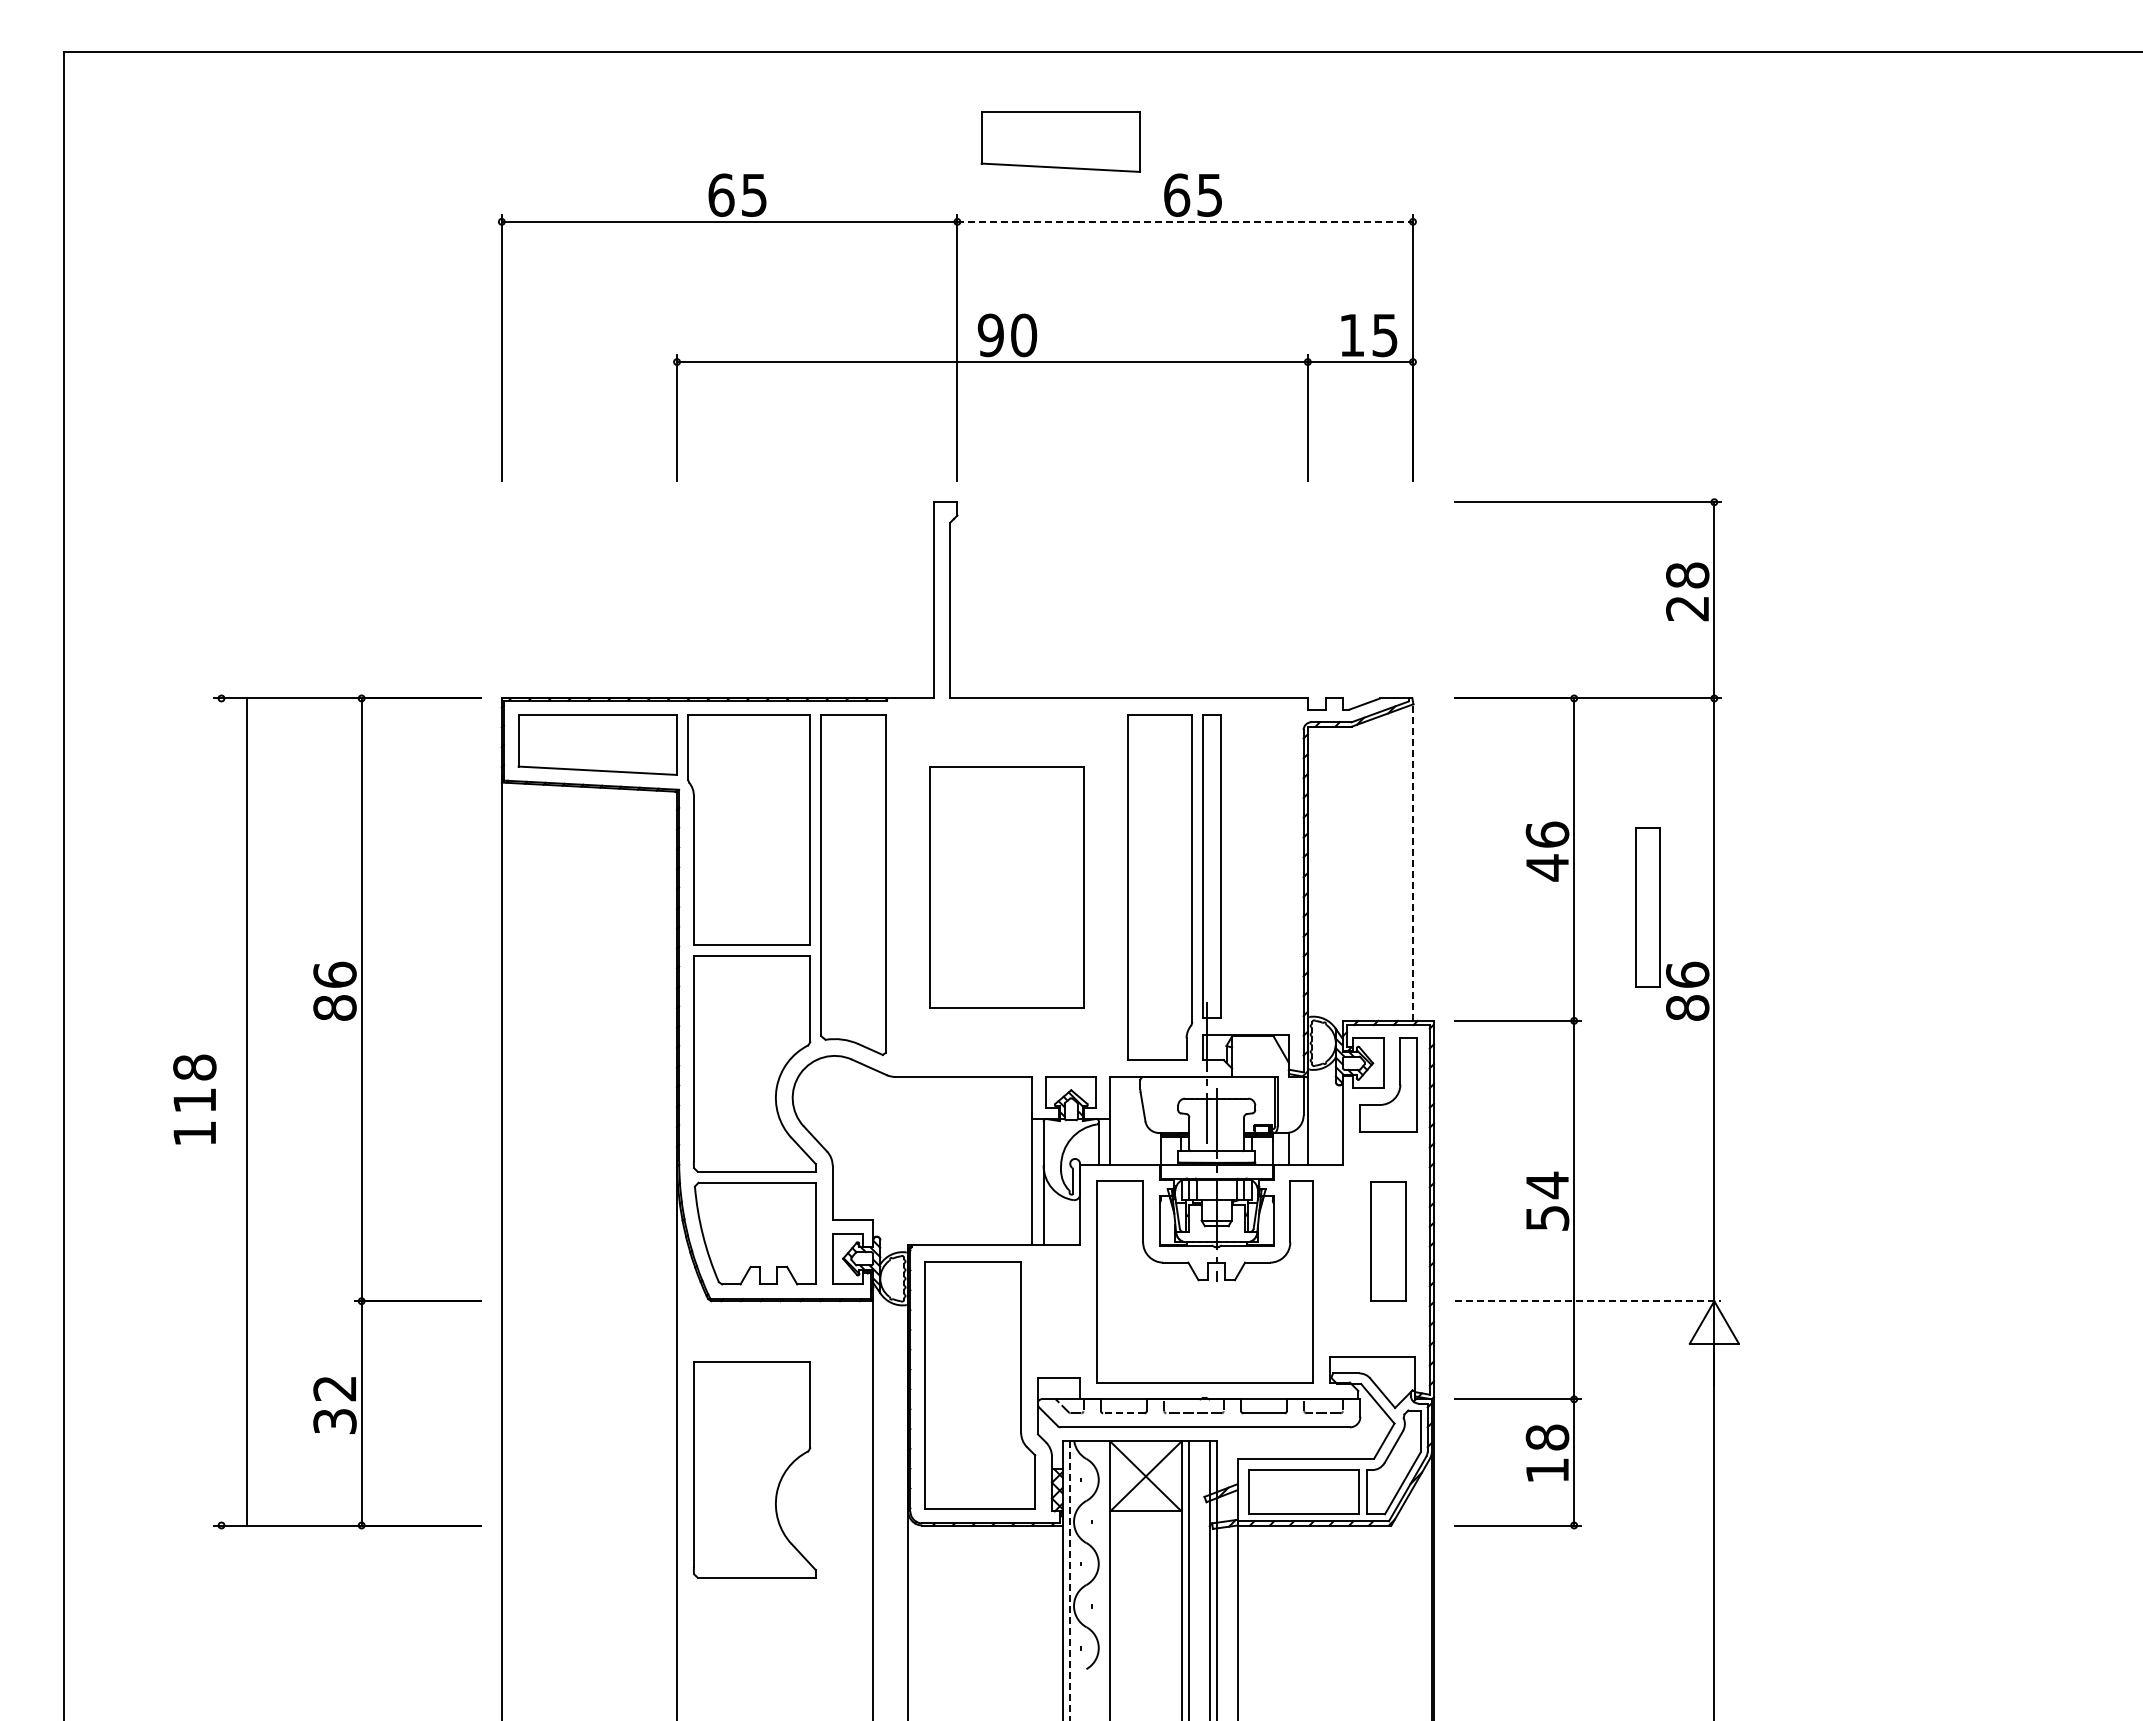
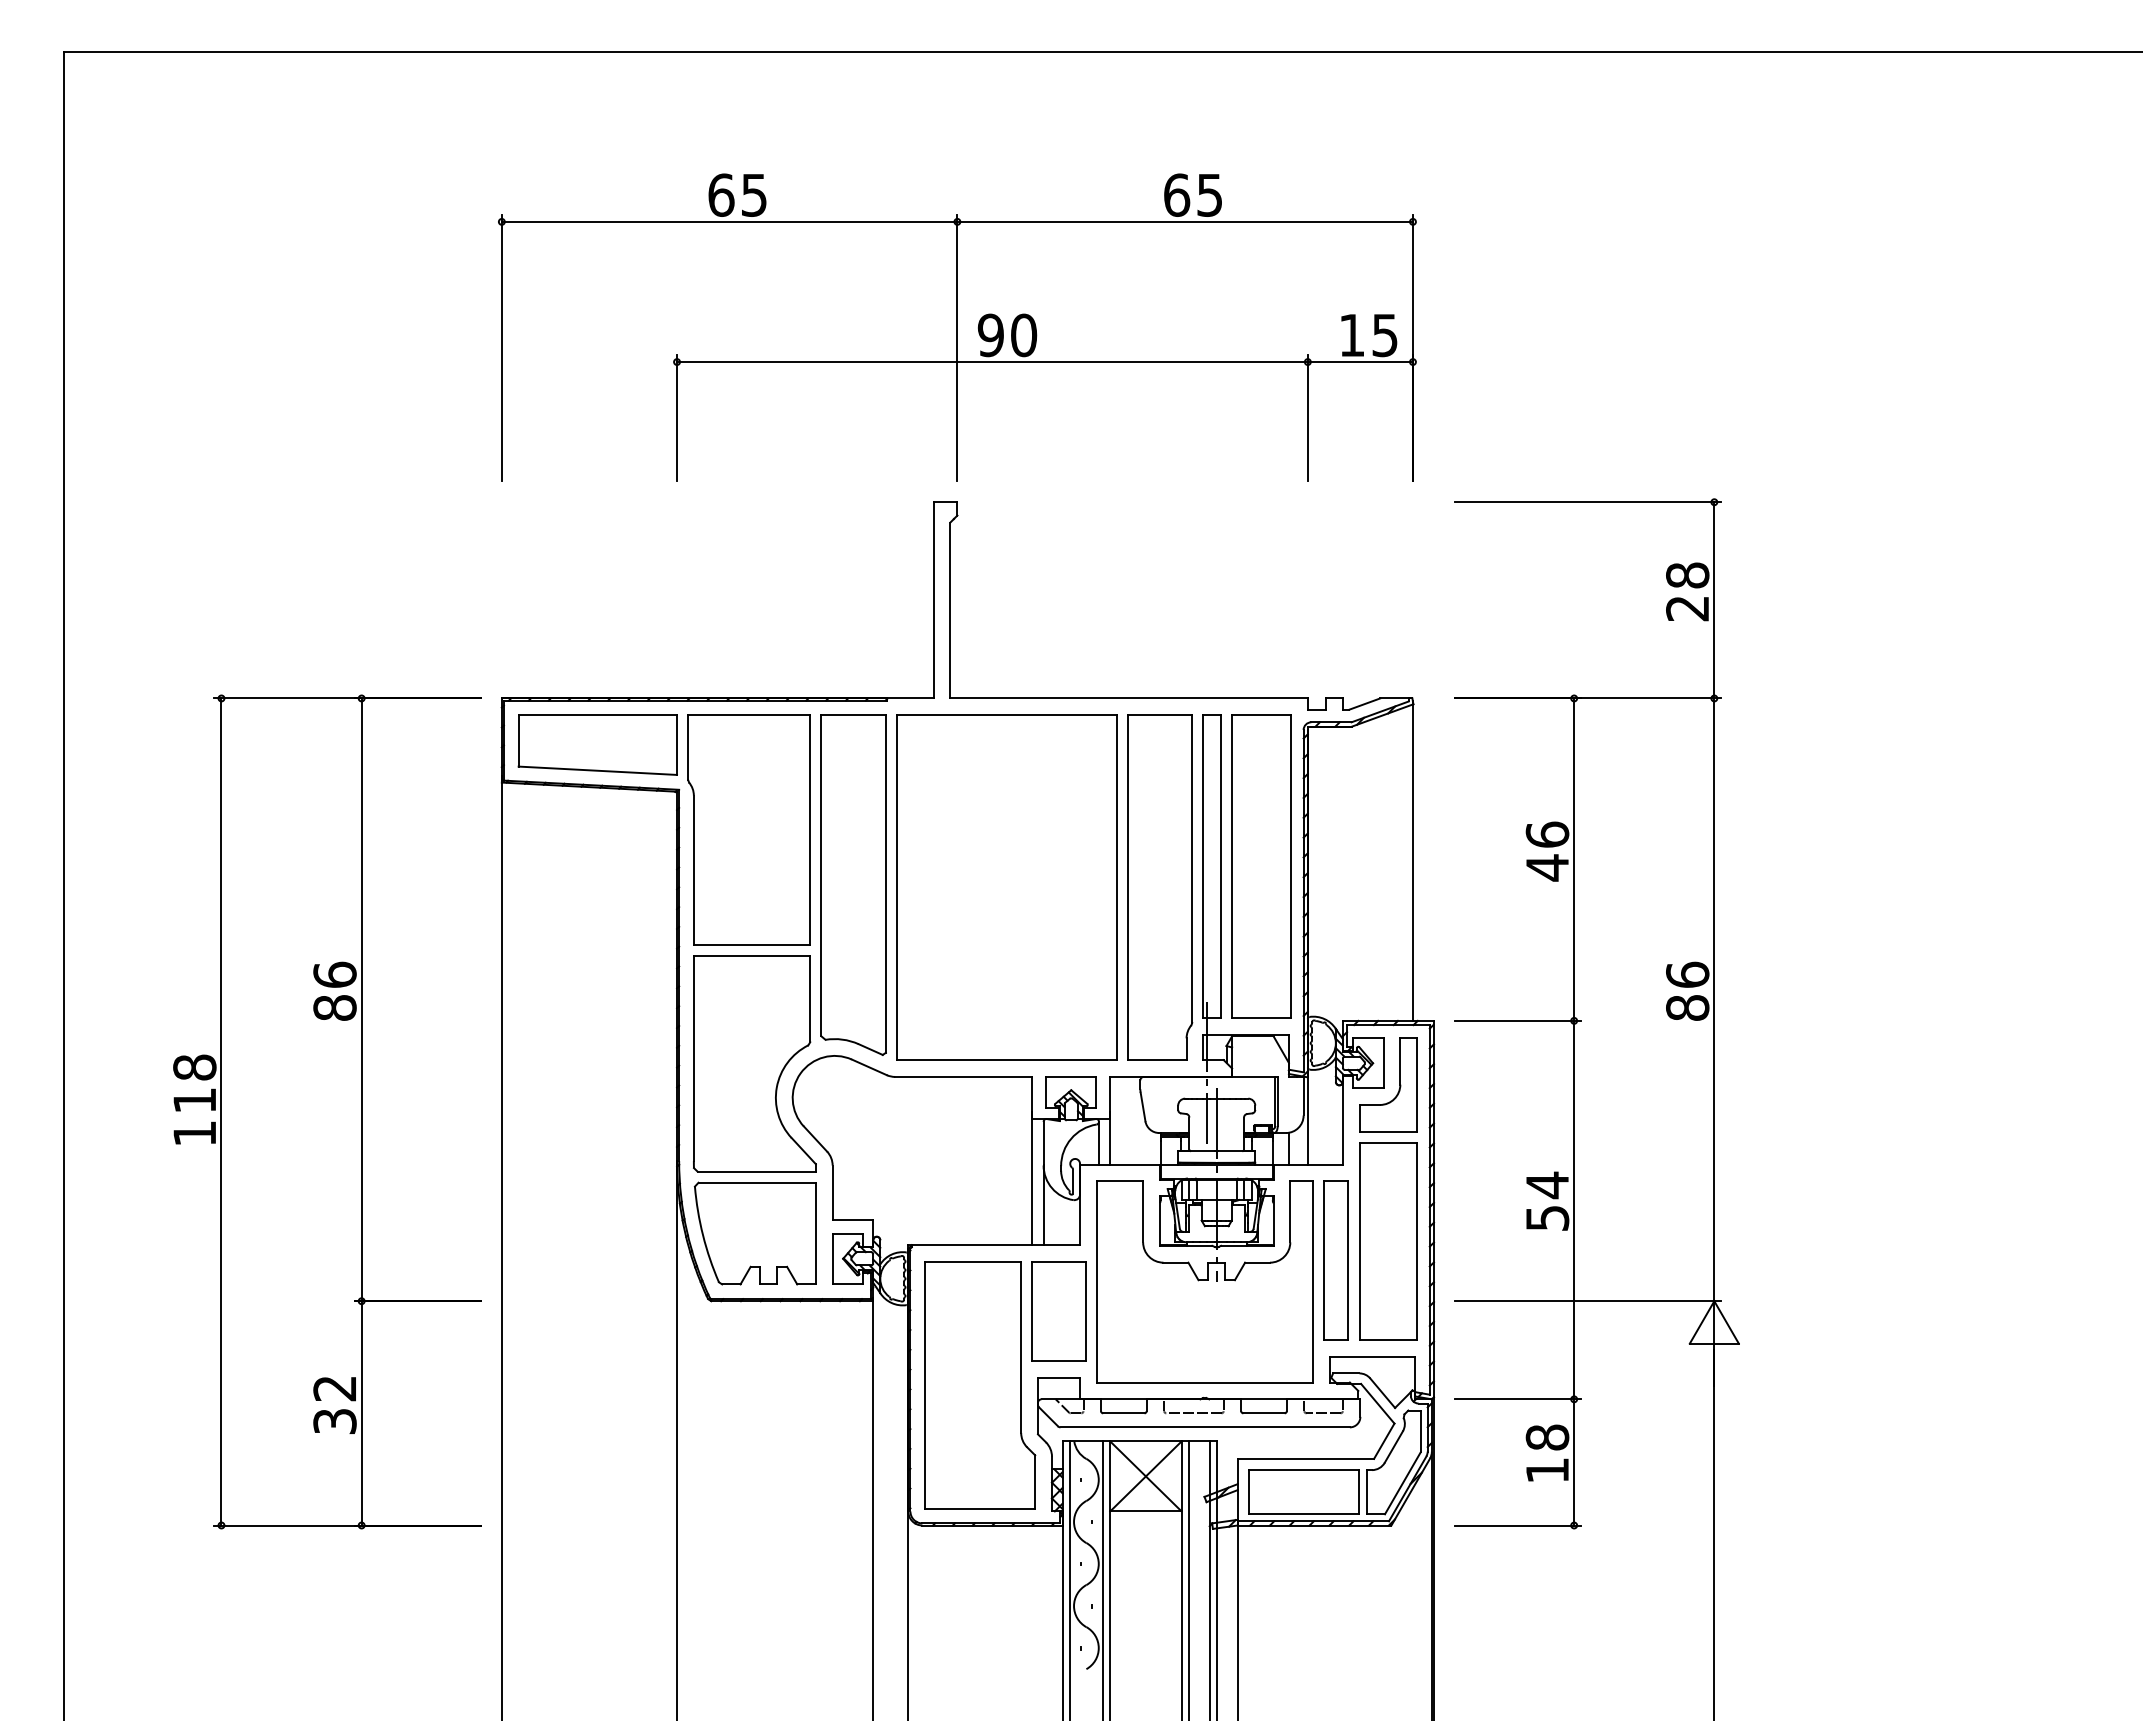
part at (1060, 141): present -> none
line at (1185, 221): dashed -> solid
line at (1412, 861): dashed -> solid
part at (1261, 866): none -> present
part at (1006, 887) size: 156x243 px -> 222x347 px
part at (1647, 907) position: (1647, 907) -> (1335, 1260)
line at (247, 1111) position: (247, 1111) -> (221, 1111)
part at (1388, 1241) size: 37x121 px -> 59x199 px
line at (1588, 1301): dashed -> solid
part at (1058, 1311): none -> present
line at (1123, 1413): dashed -> solid
part at (754, 1469): present -> none
line at (1103, 1579): none -> present
line at (1069, 1581): dashed -> solid
